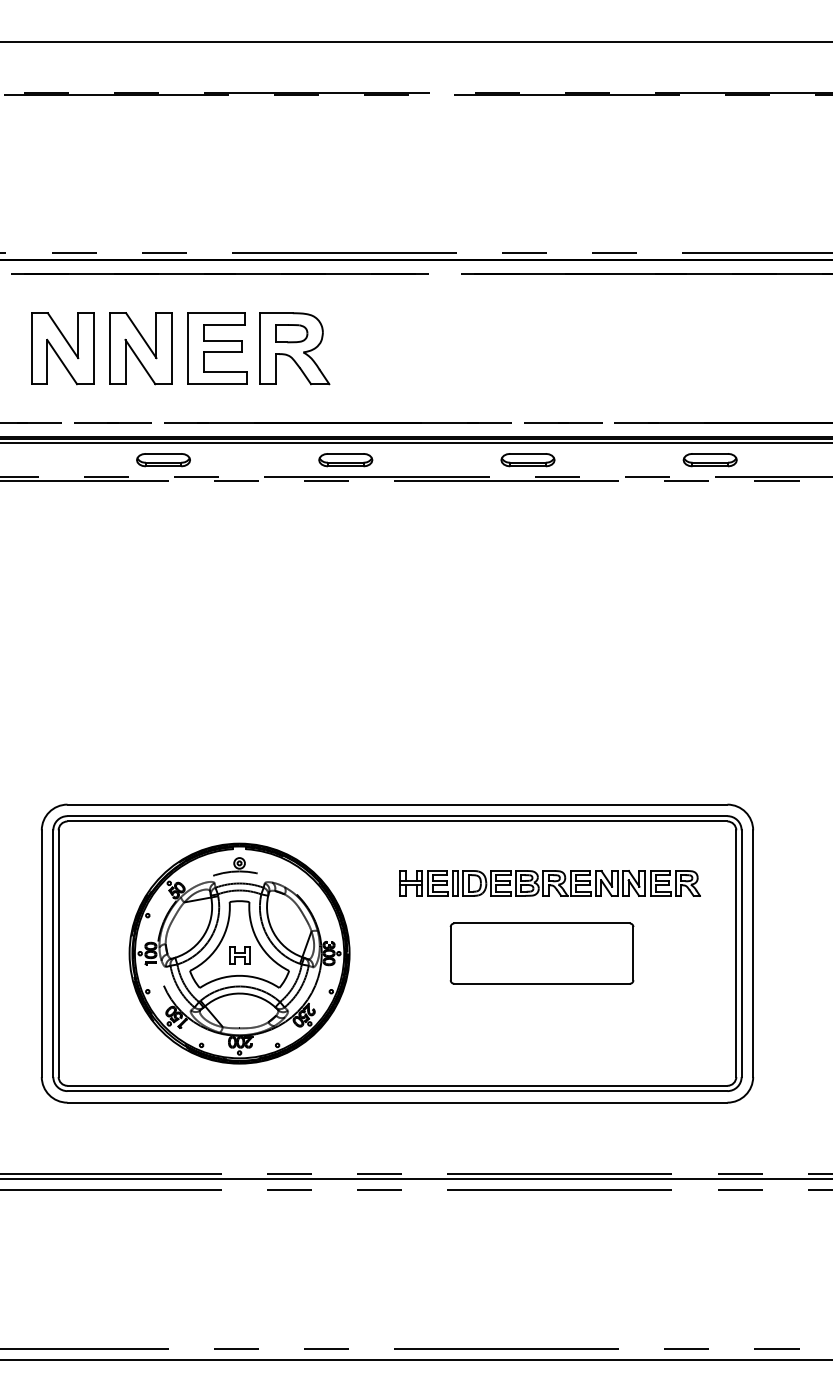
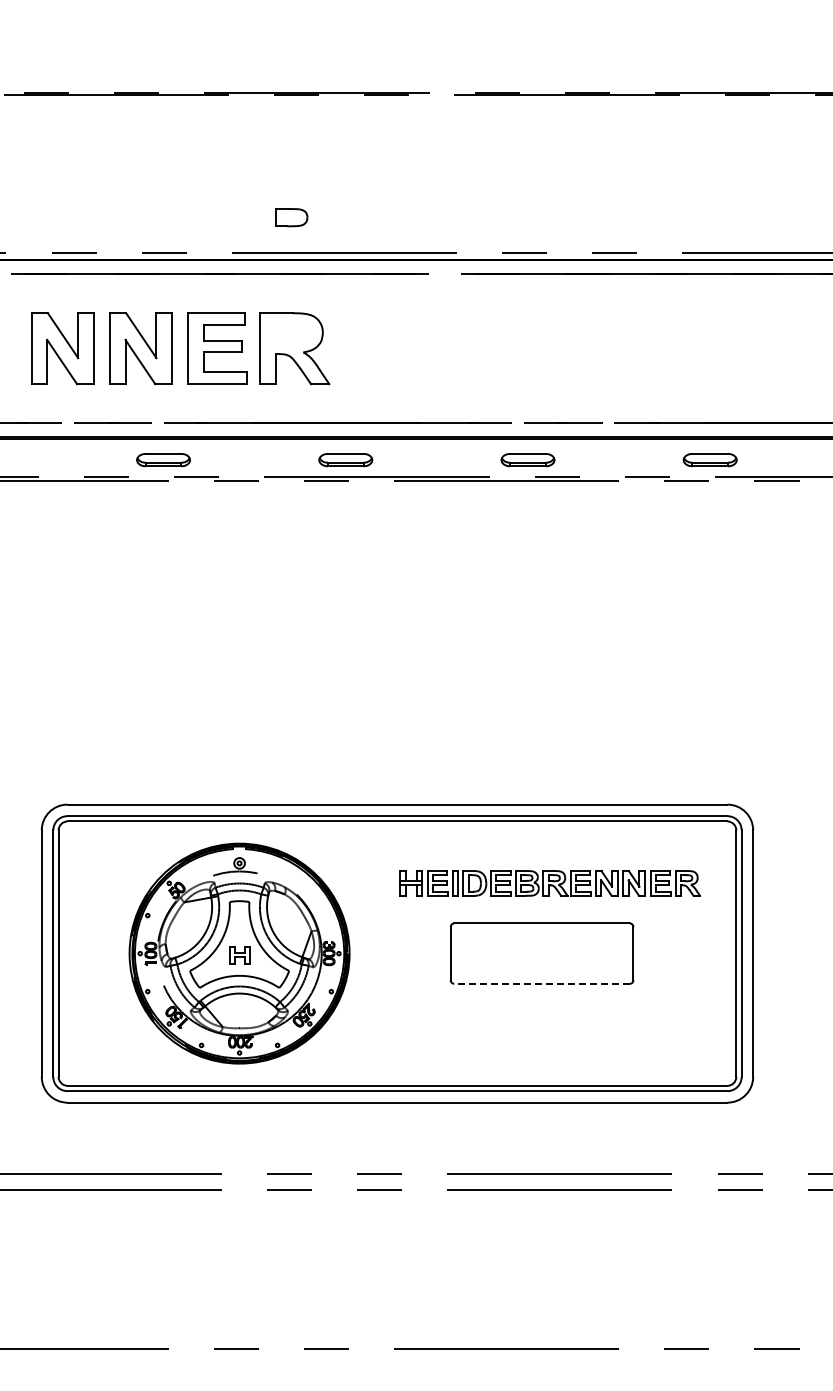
line at (415, 41): present -> none
part at (291, 333) position: (291, 333) -> (291, 217)
line at (415, 442): present -> none
line at (542, 983): solid -> dashed
line at (415, 1178): present -> none
line at (415, 1359): present -> none
